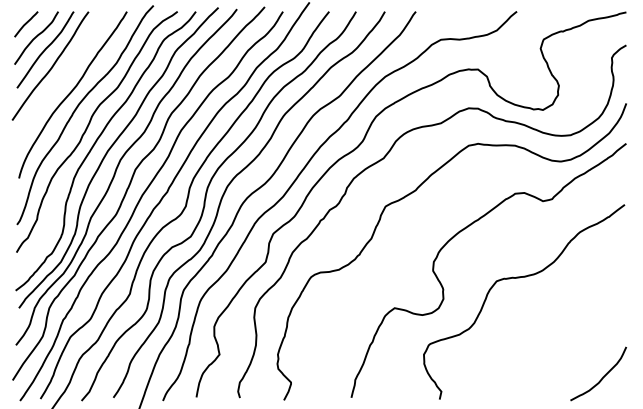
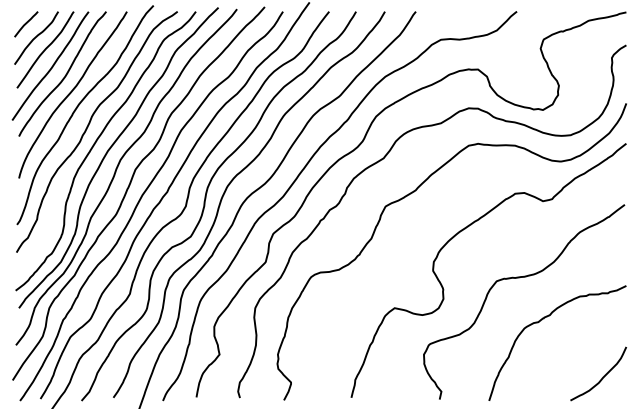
curve at (64, 75): none -> present
curve at (542, 320): none -> present
